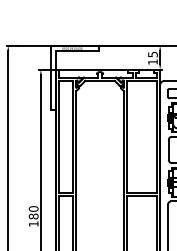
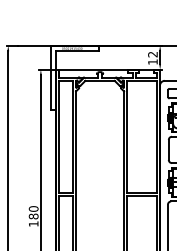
text at (152, 54): 15 -> 12
